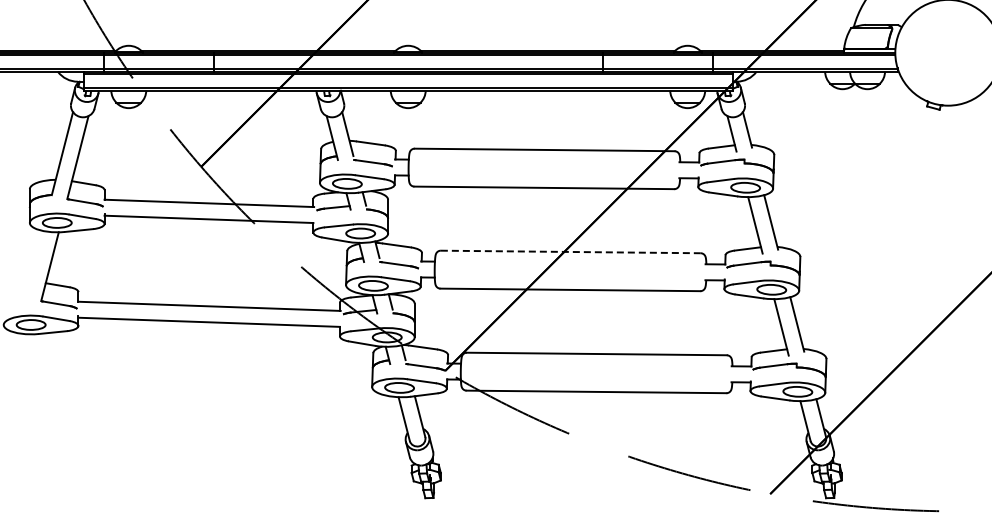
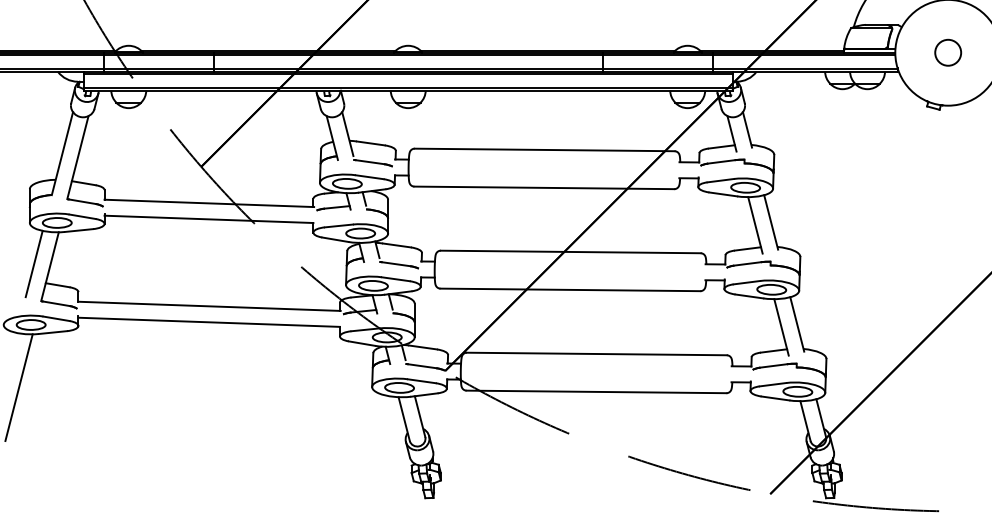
circle at (948, 52): none -> present
line at (570, 251): dashed -> solid
line at (33, 263): none -> present
line at (18, 387): none -> present
